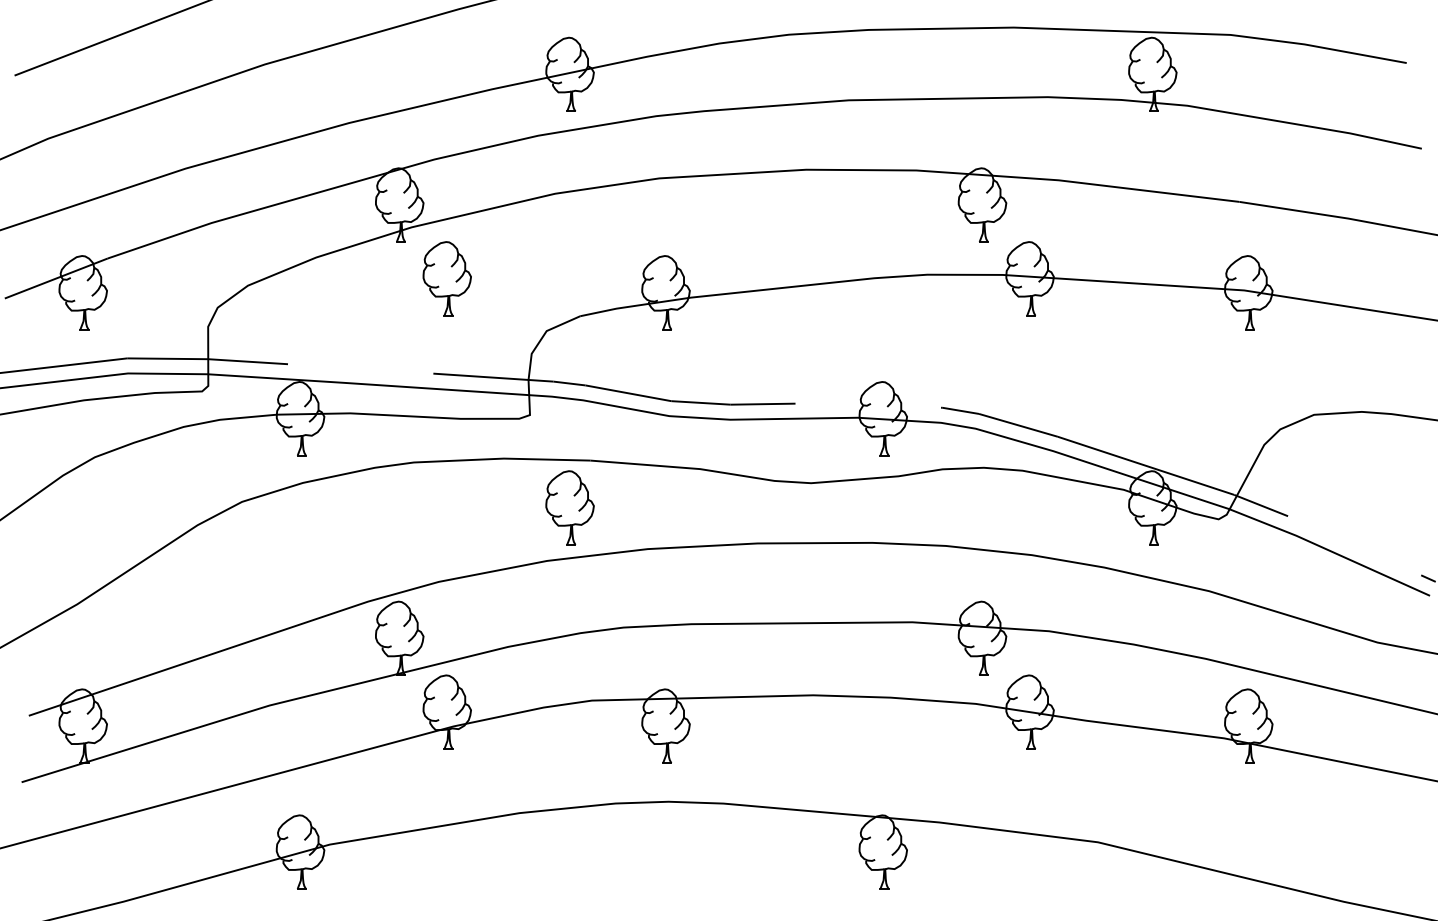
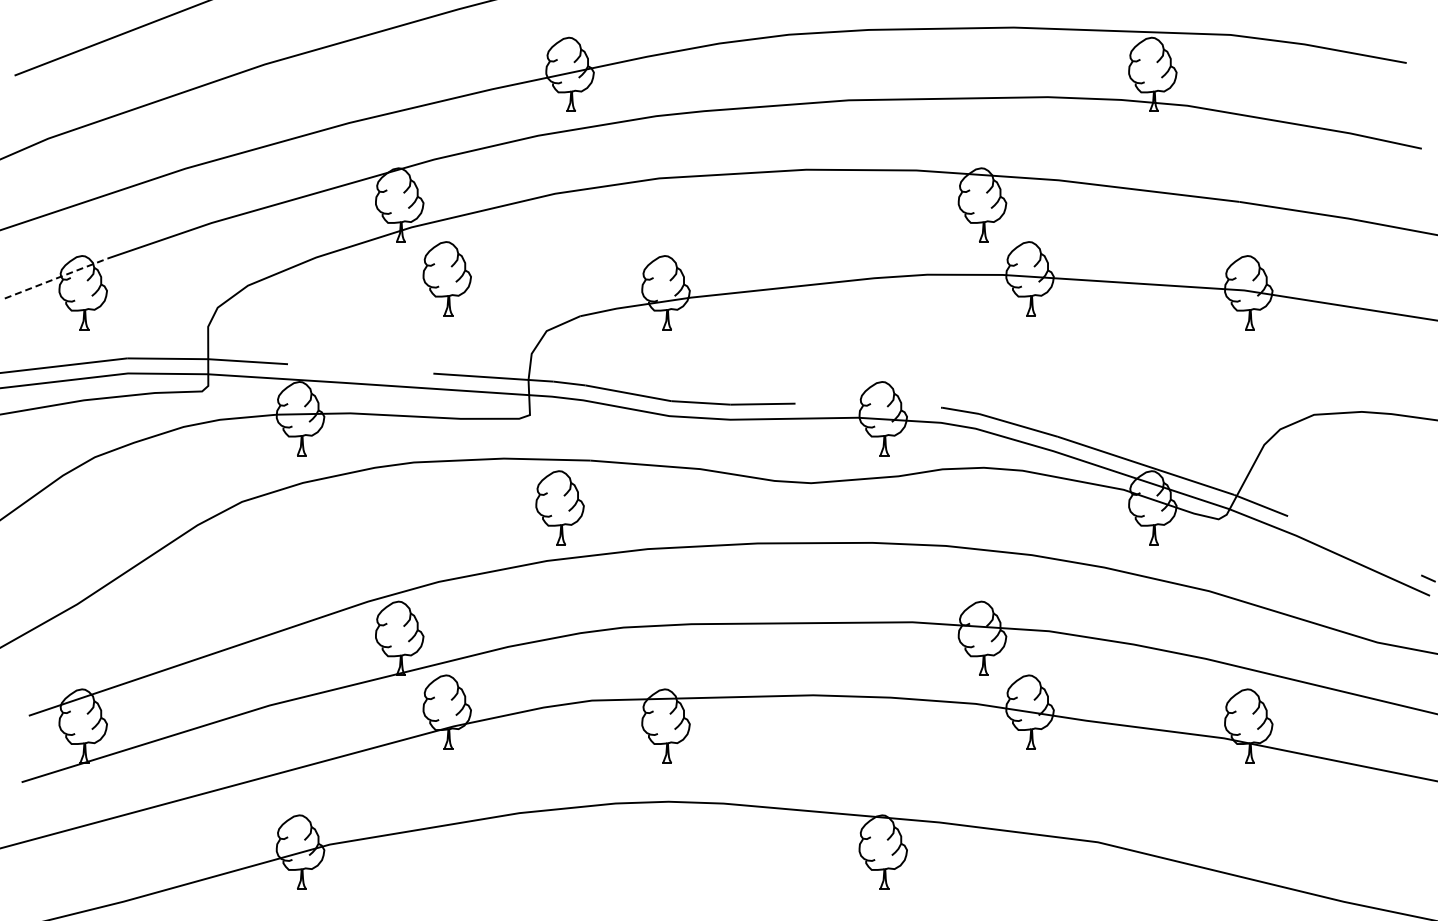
line at (56, 278): solid -> dashed
part at (569, 507) position: (569, 507) -> (559, 507)
